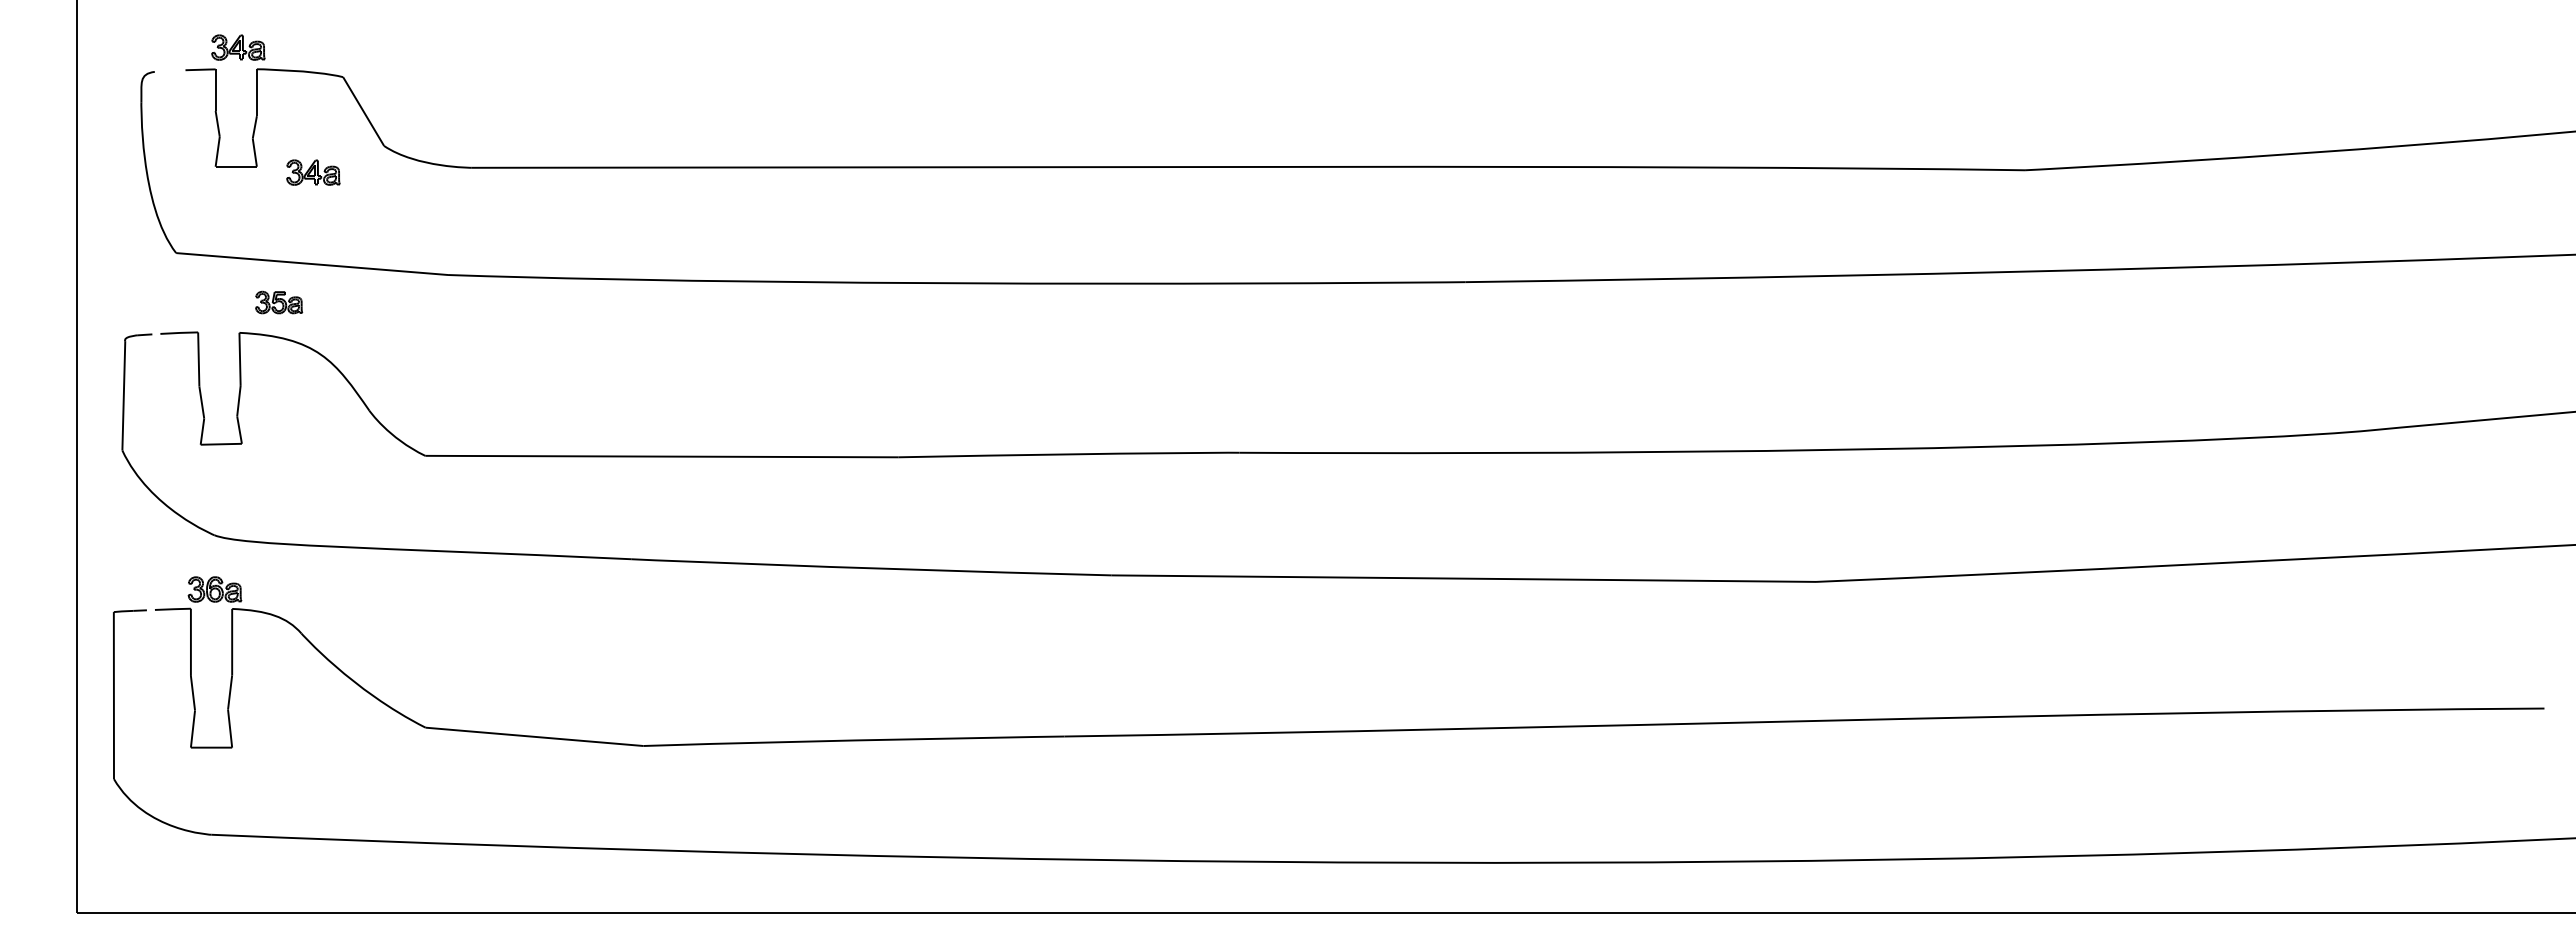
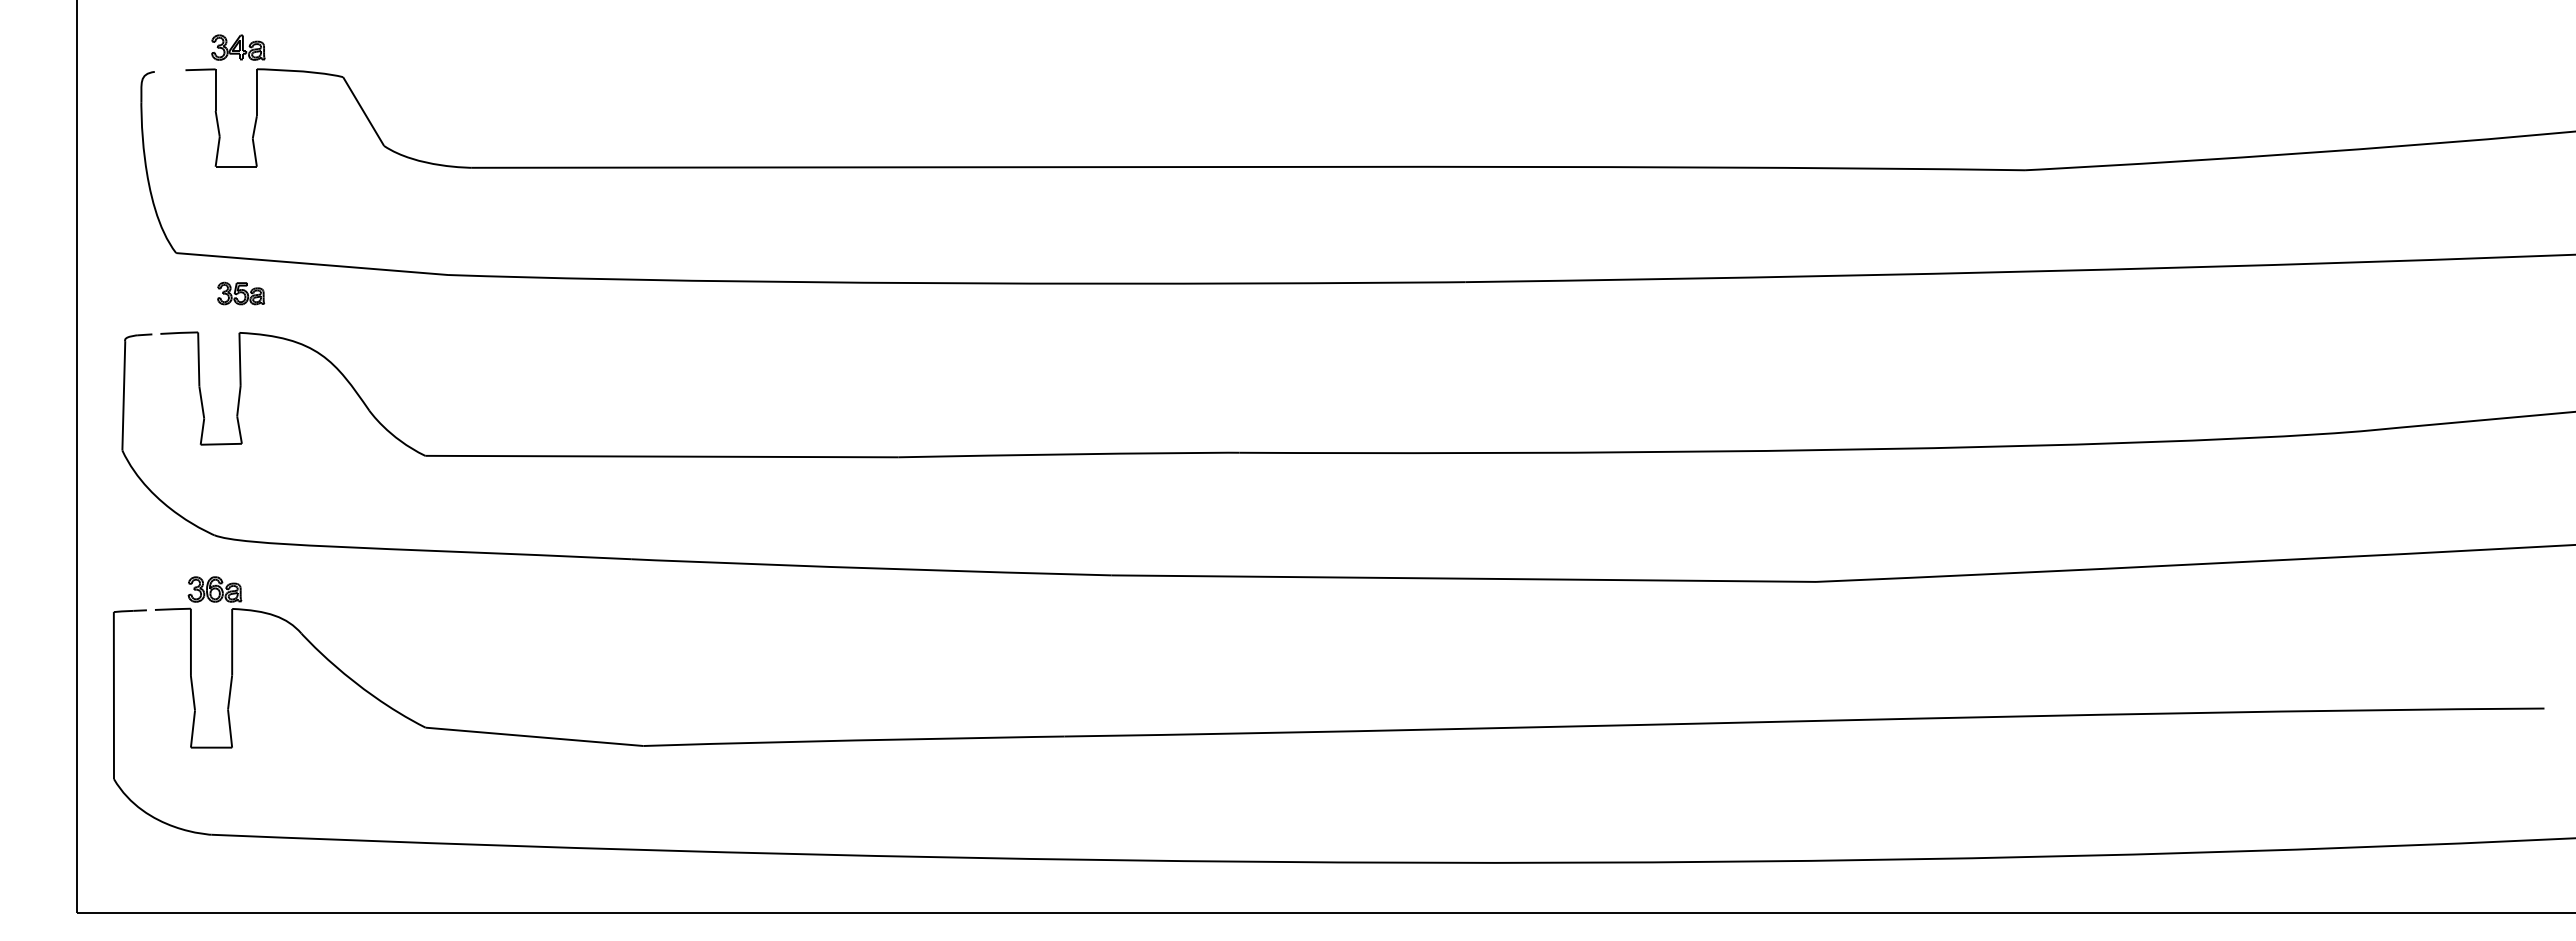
part at (313, 172): present -> none
part at (279, 302) position: (279, 302) -> (241, 293)
